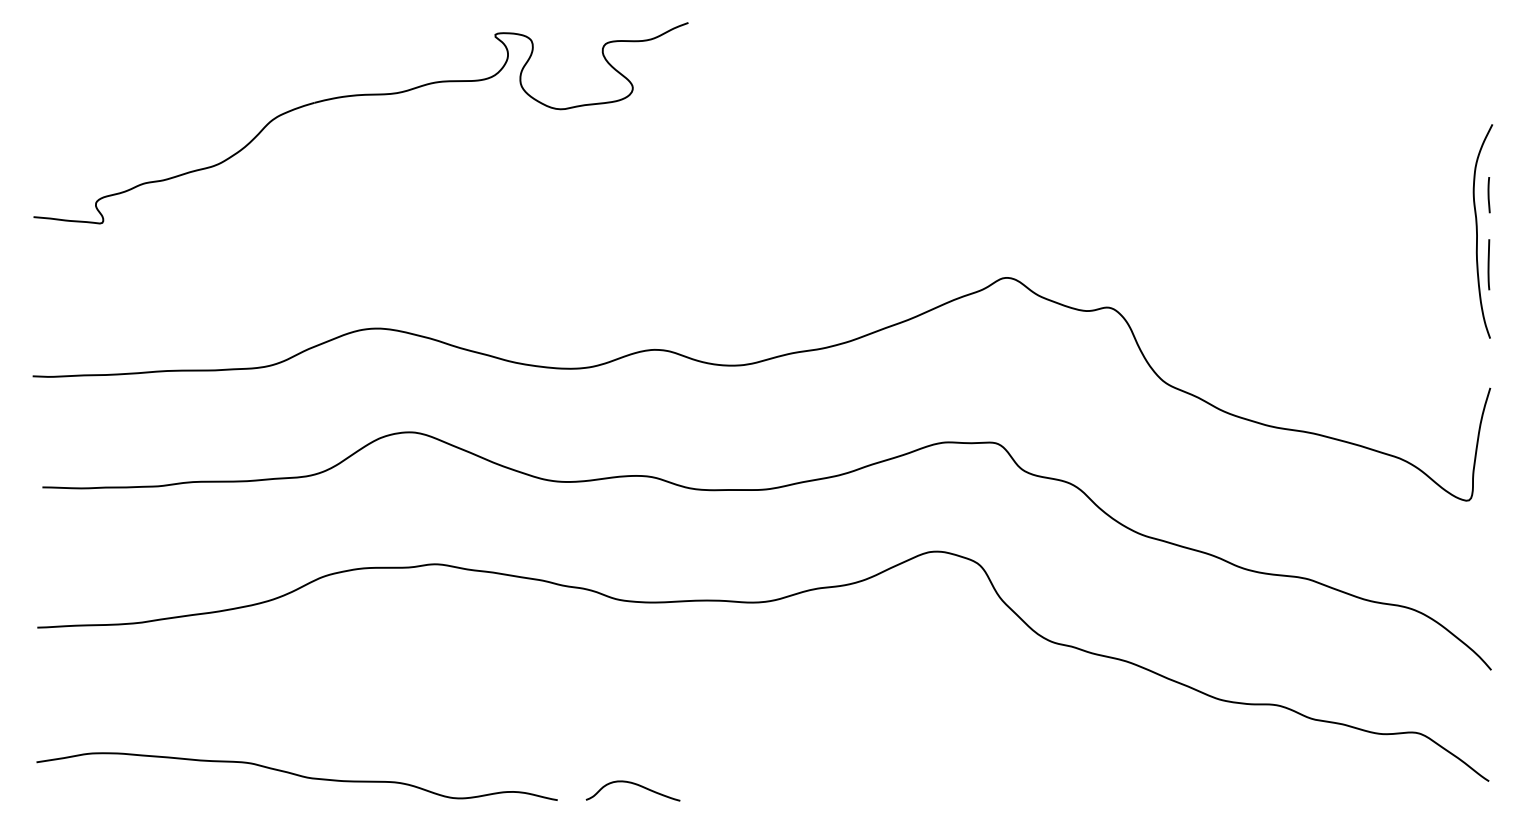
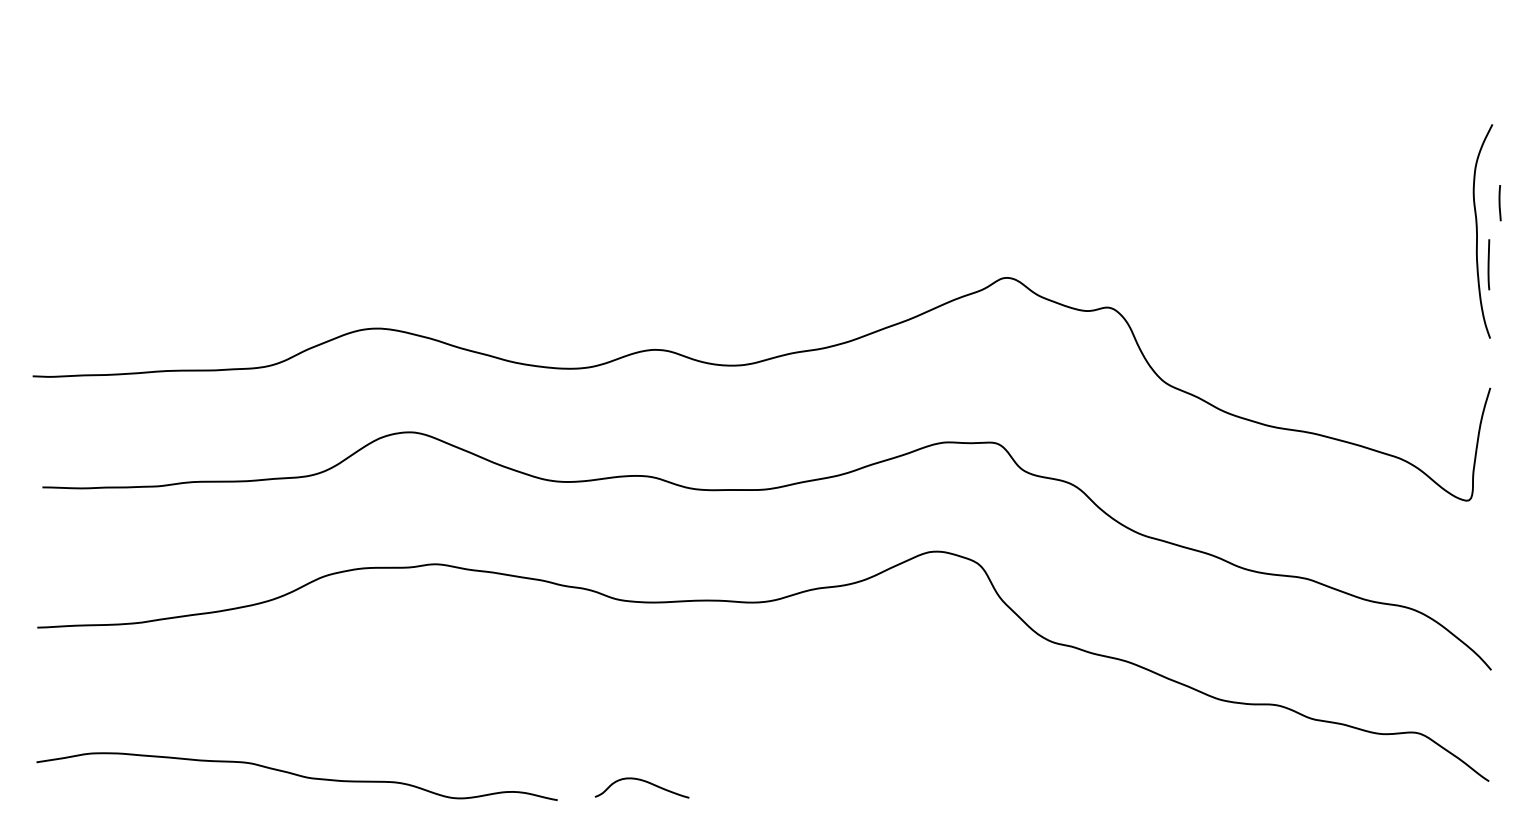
part at (358, 96): present -> none
line at (1488, 195) position: (1488, 195) -> (1499, 203)
curve at (632, 784) position: (632, 784) -> (641, 781)
